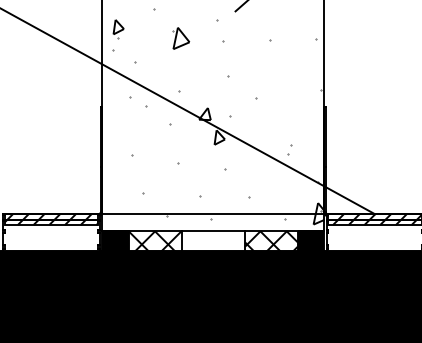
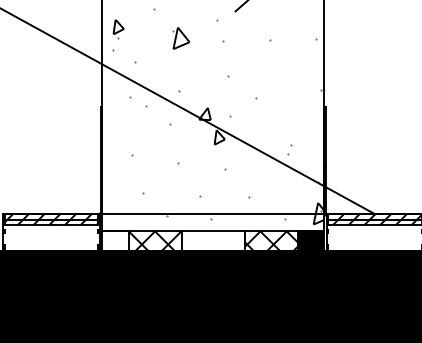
fill at (115, 245): present -> none
